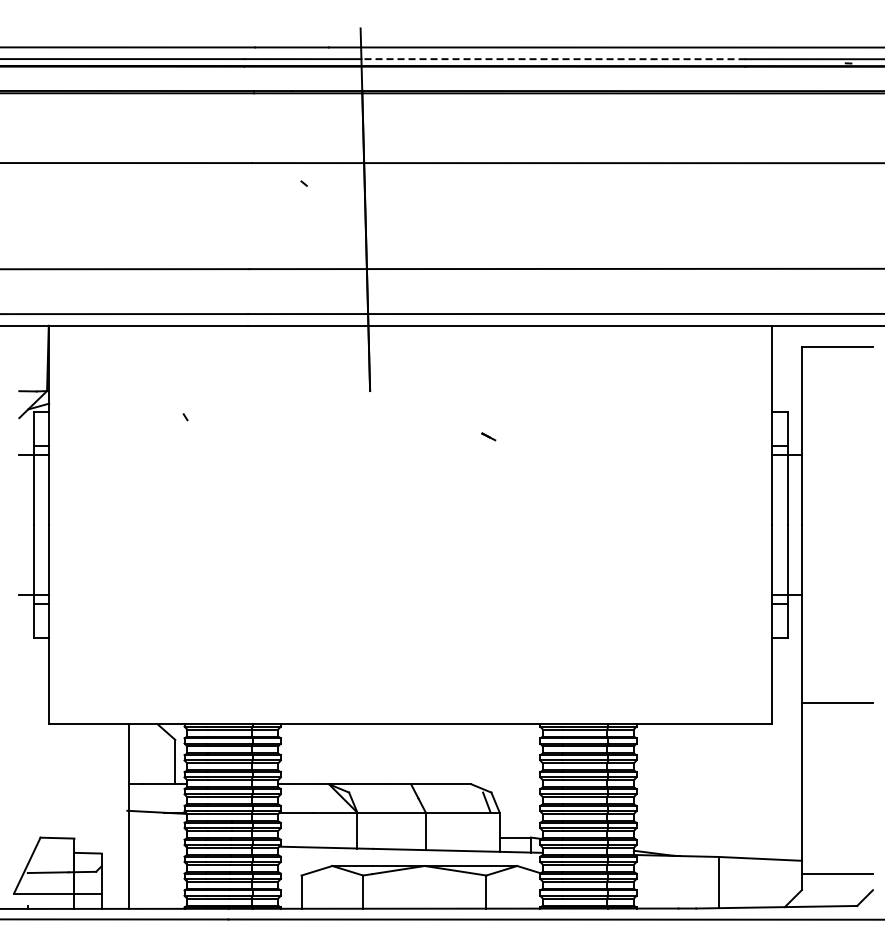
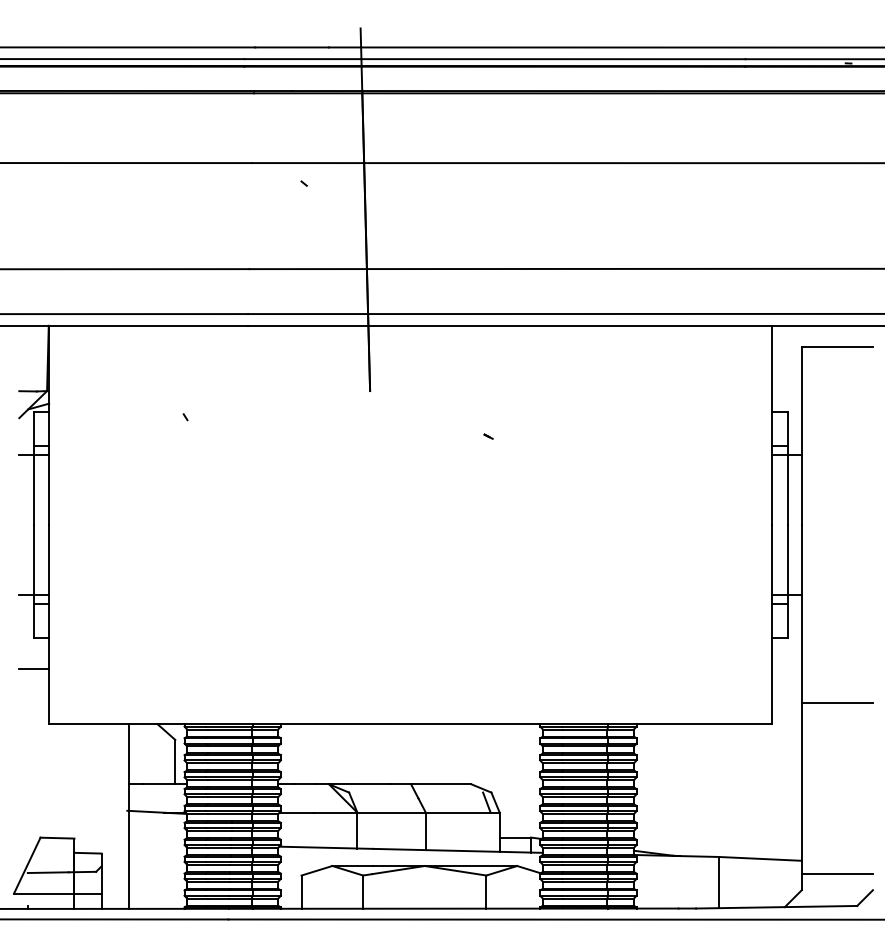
line at (552, 59): dashed -> solid
part at (488, 436) size: 16x10 px -> 11x7 px
line at (34, 669): none -> present
